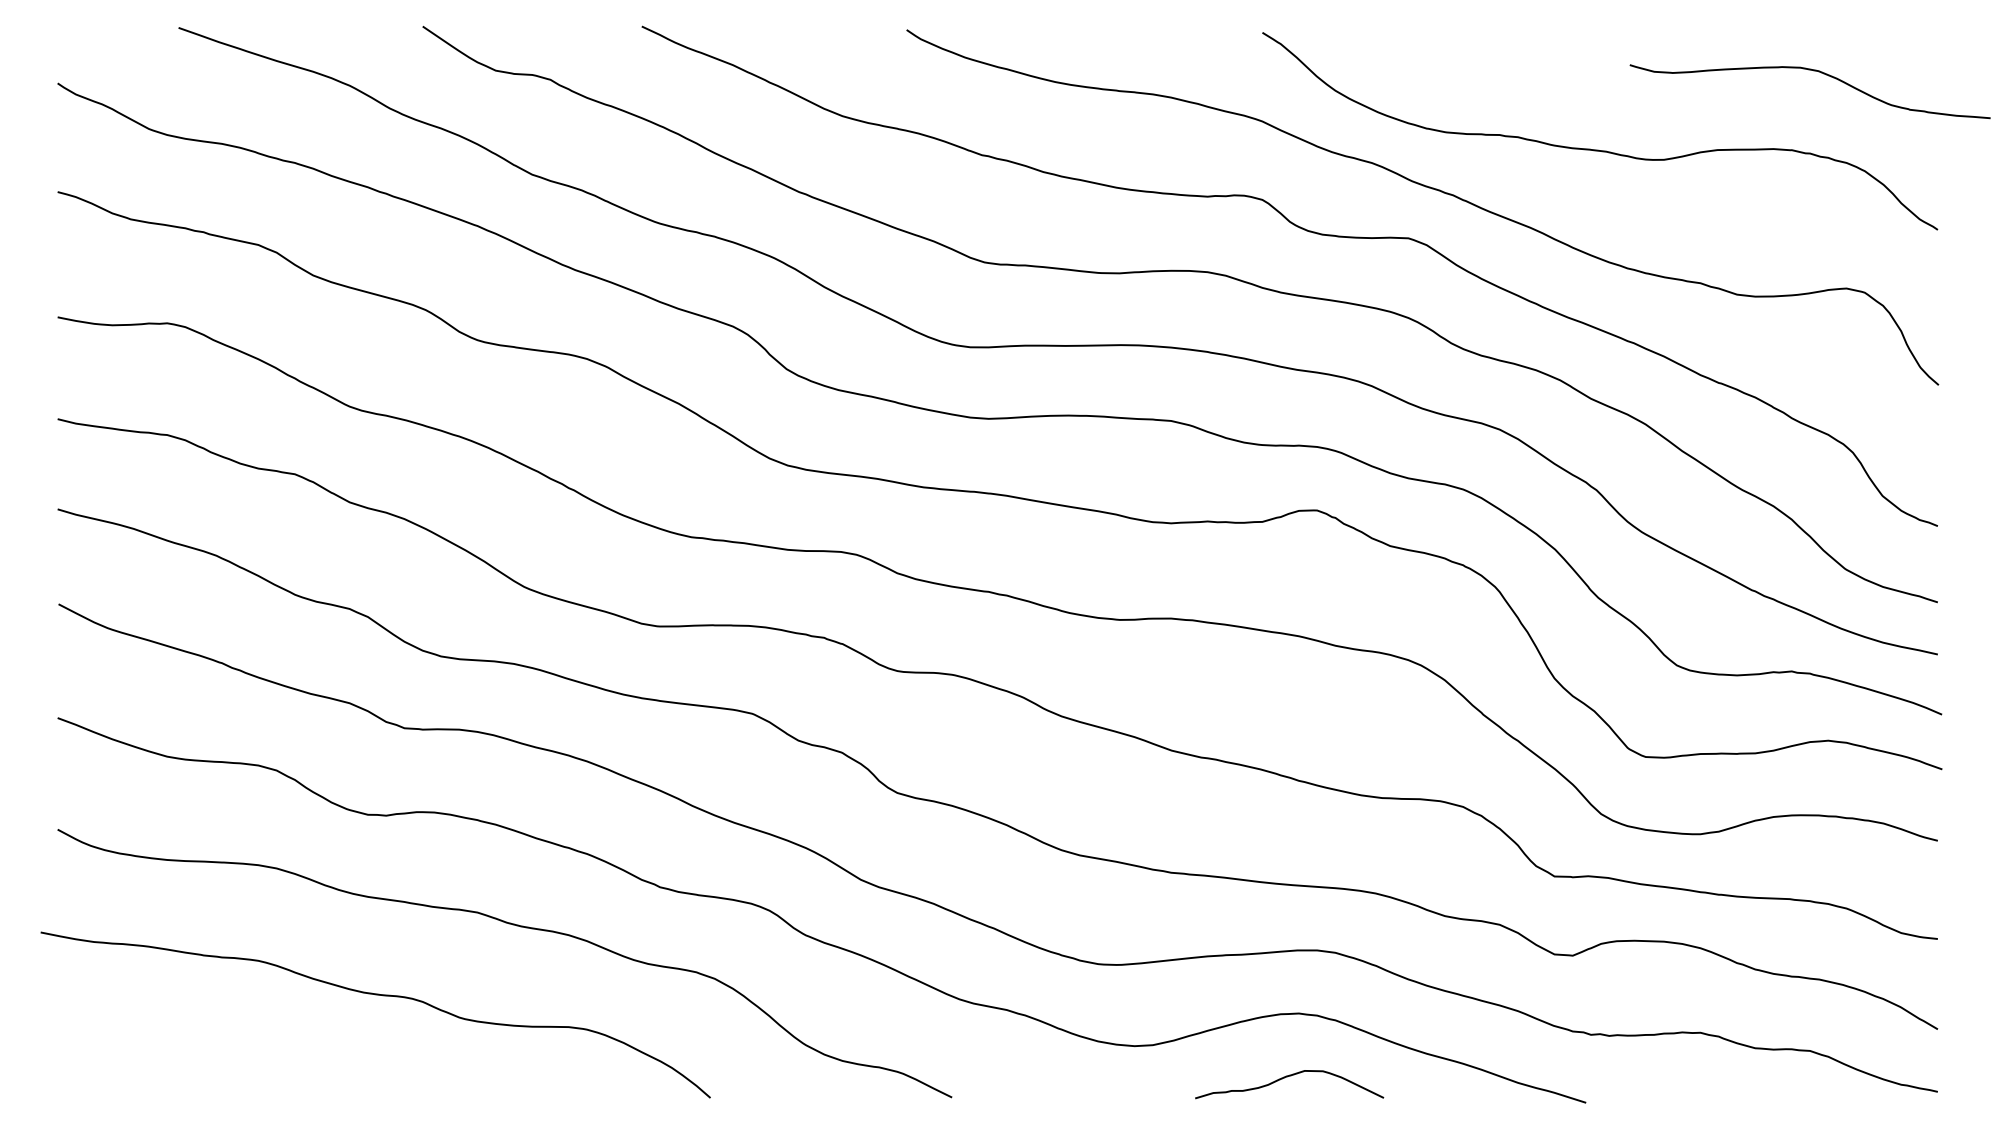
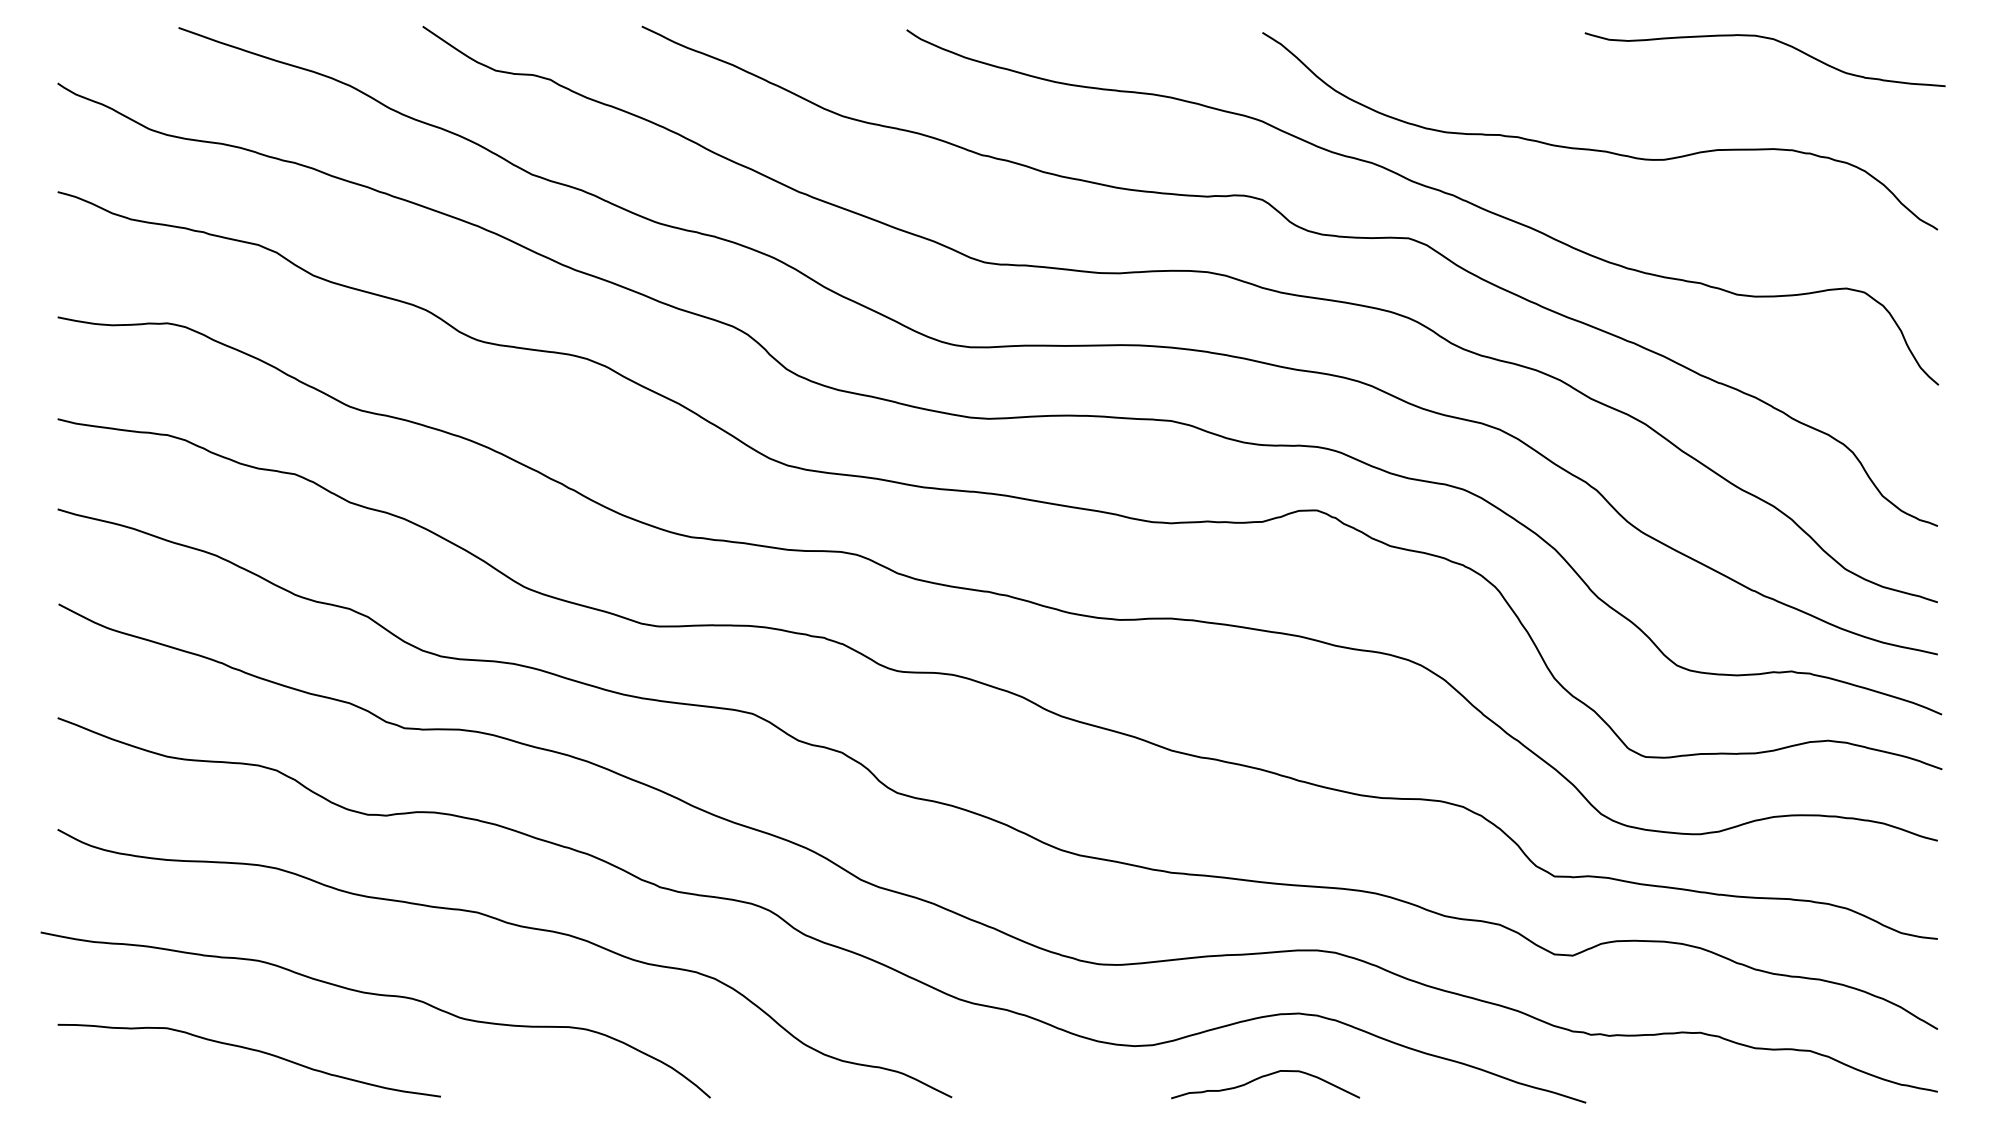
curve at (1813, 71) position: (1813, 71) -> (1768, 39)
curve at (250, 1050): none -> present
curve at (1287, 1077) position: (1287, 1077) -> (1263, 1077)
